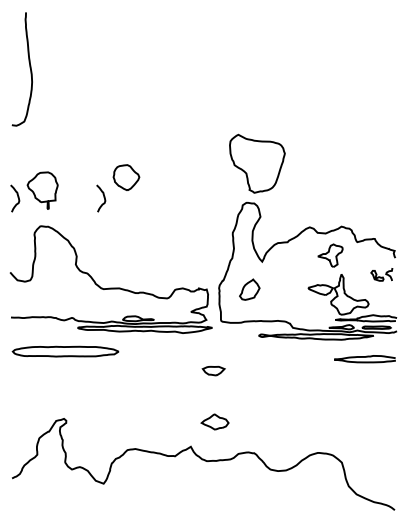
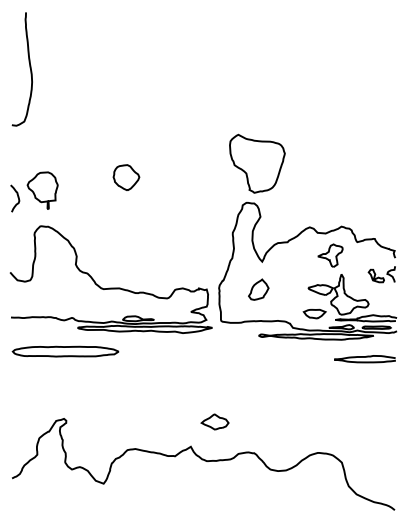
curve at (103, 197): present -> none
part at (381, 274) size: 24x14 px -> 29x18 px
part at (249, 289) position: (249, 289) -> (258, 289)
part at (213, 370) position: (213, 370) -> (314, 313)
